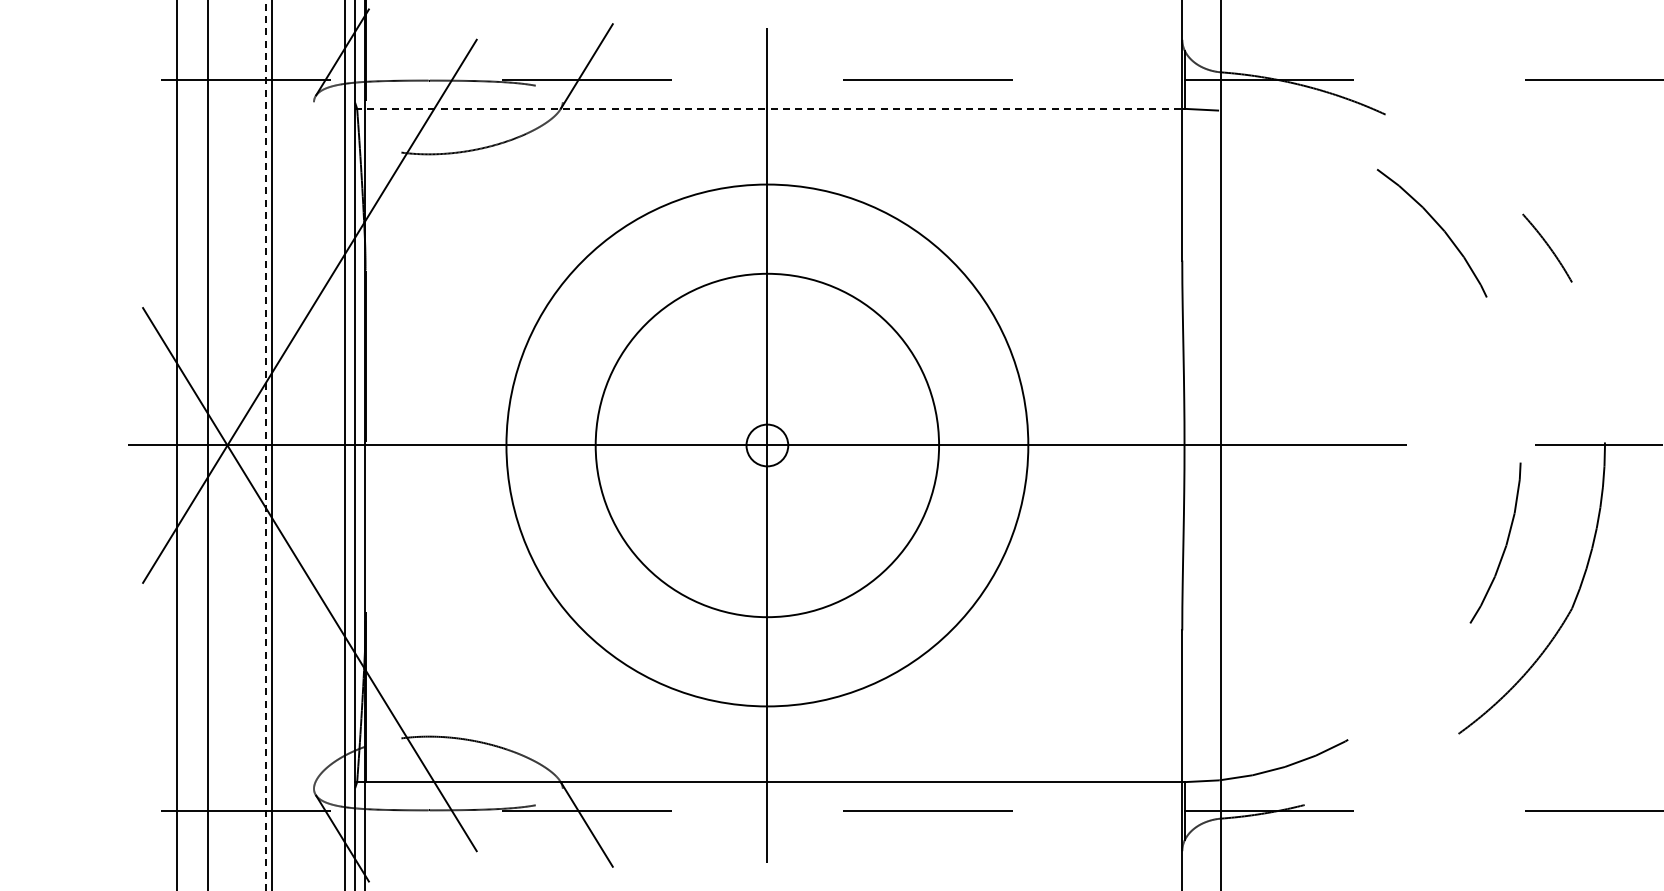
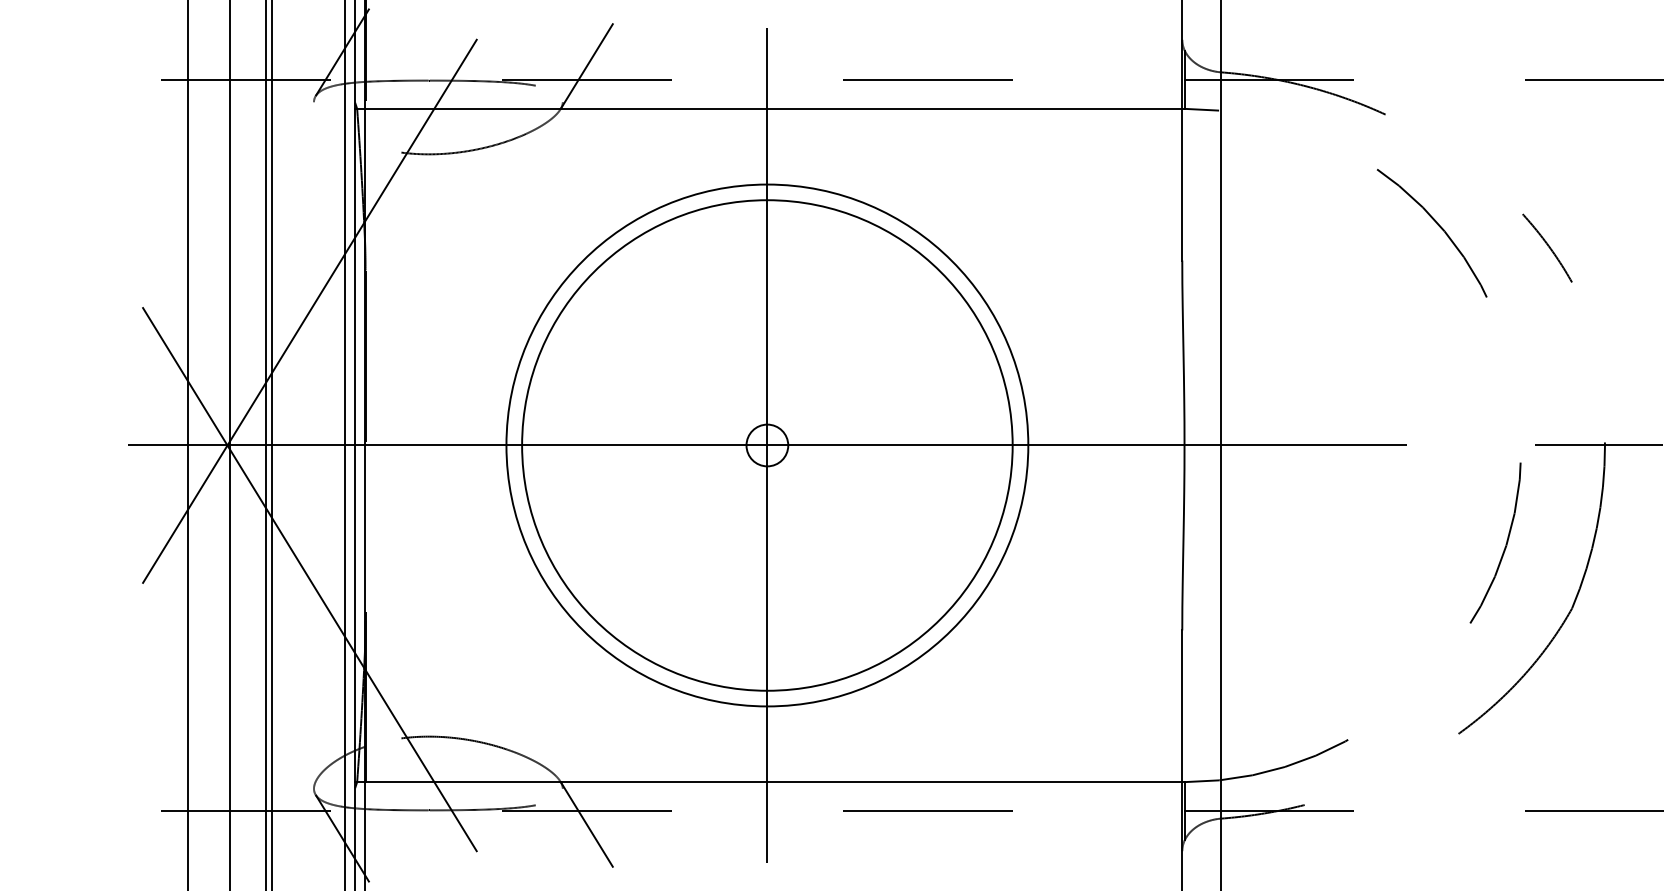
line at (768, 108): dashed -> solid
line at (177, 444) position: (177, 444) -> (188, 444)
line at (207, 444) position: (207, 444) -> (229, 444)
line at (266, 445): dashed -> solid
circle at (767, 445) diameter: 343 px -> 491 px
